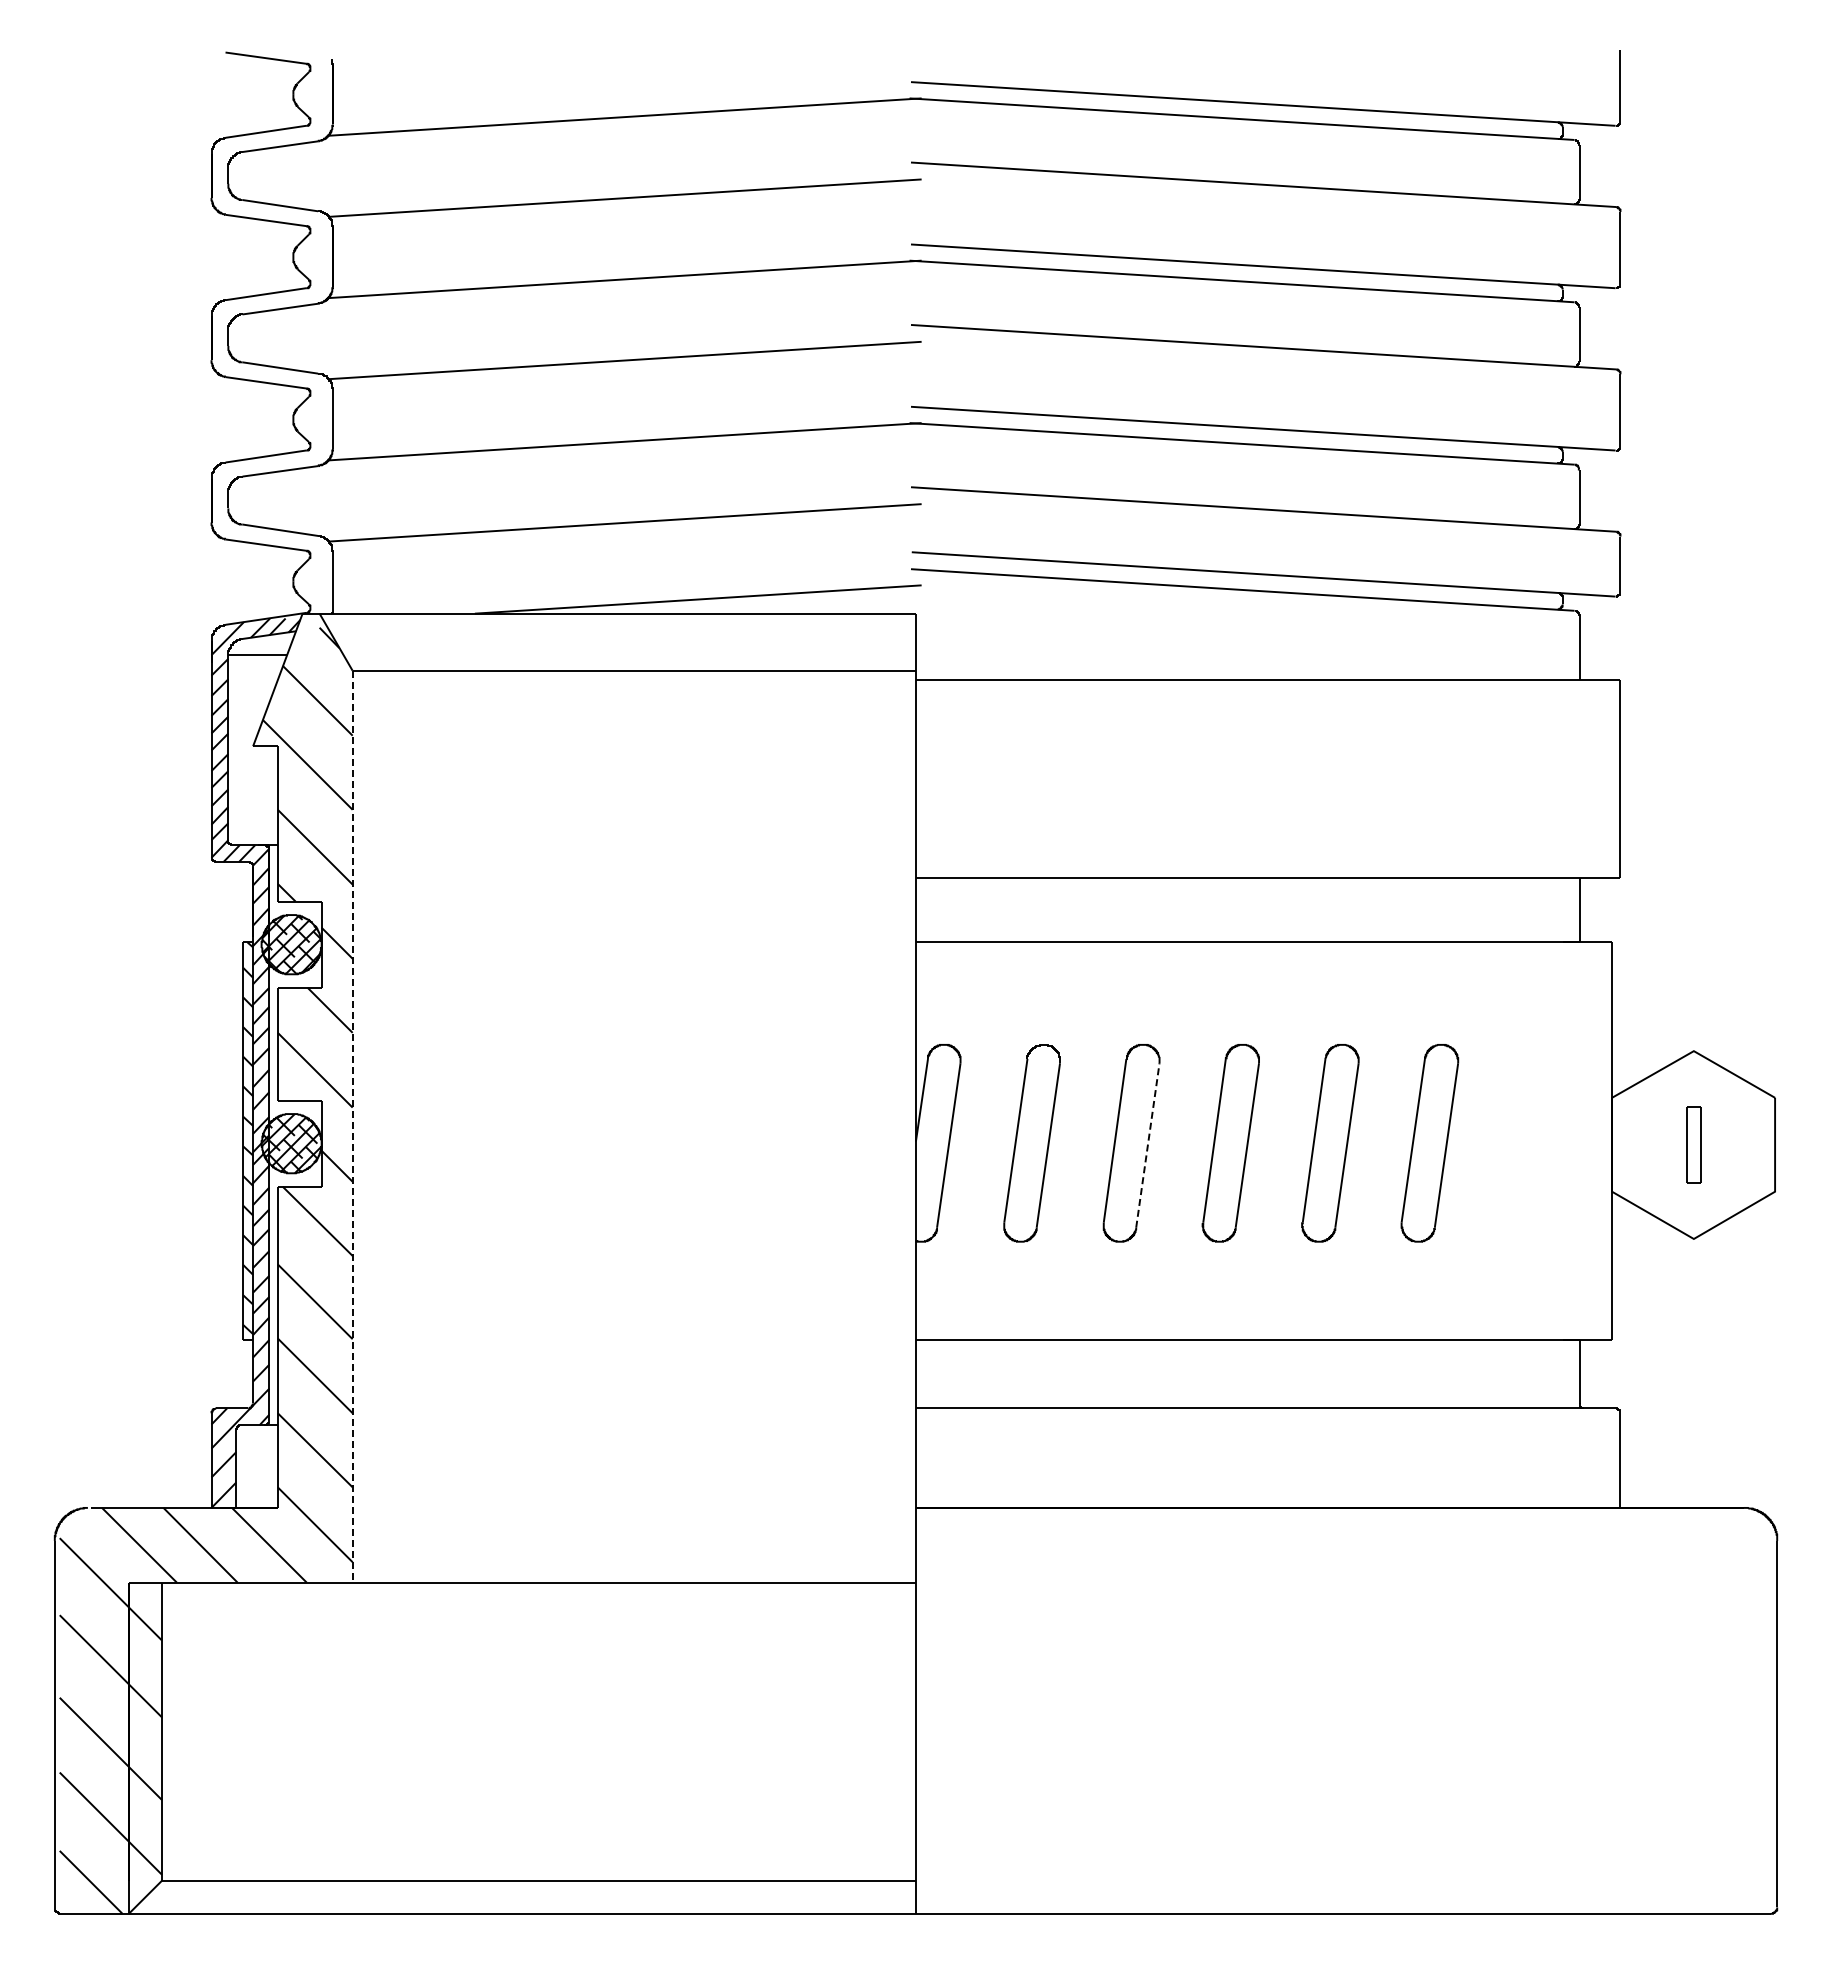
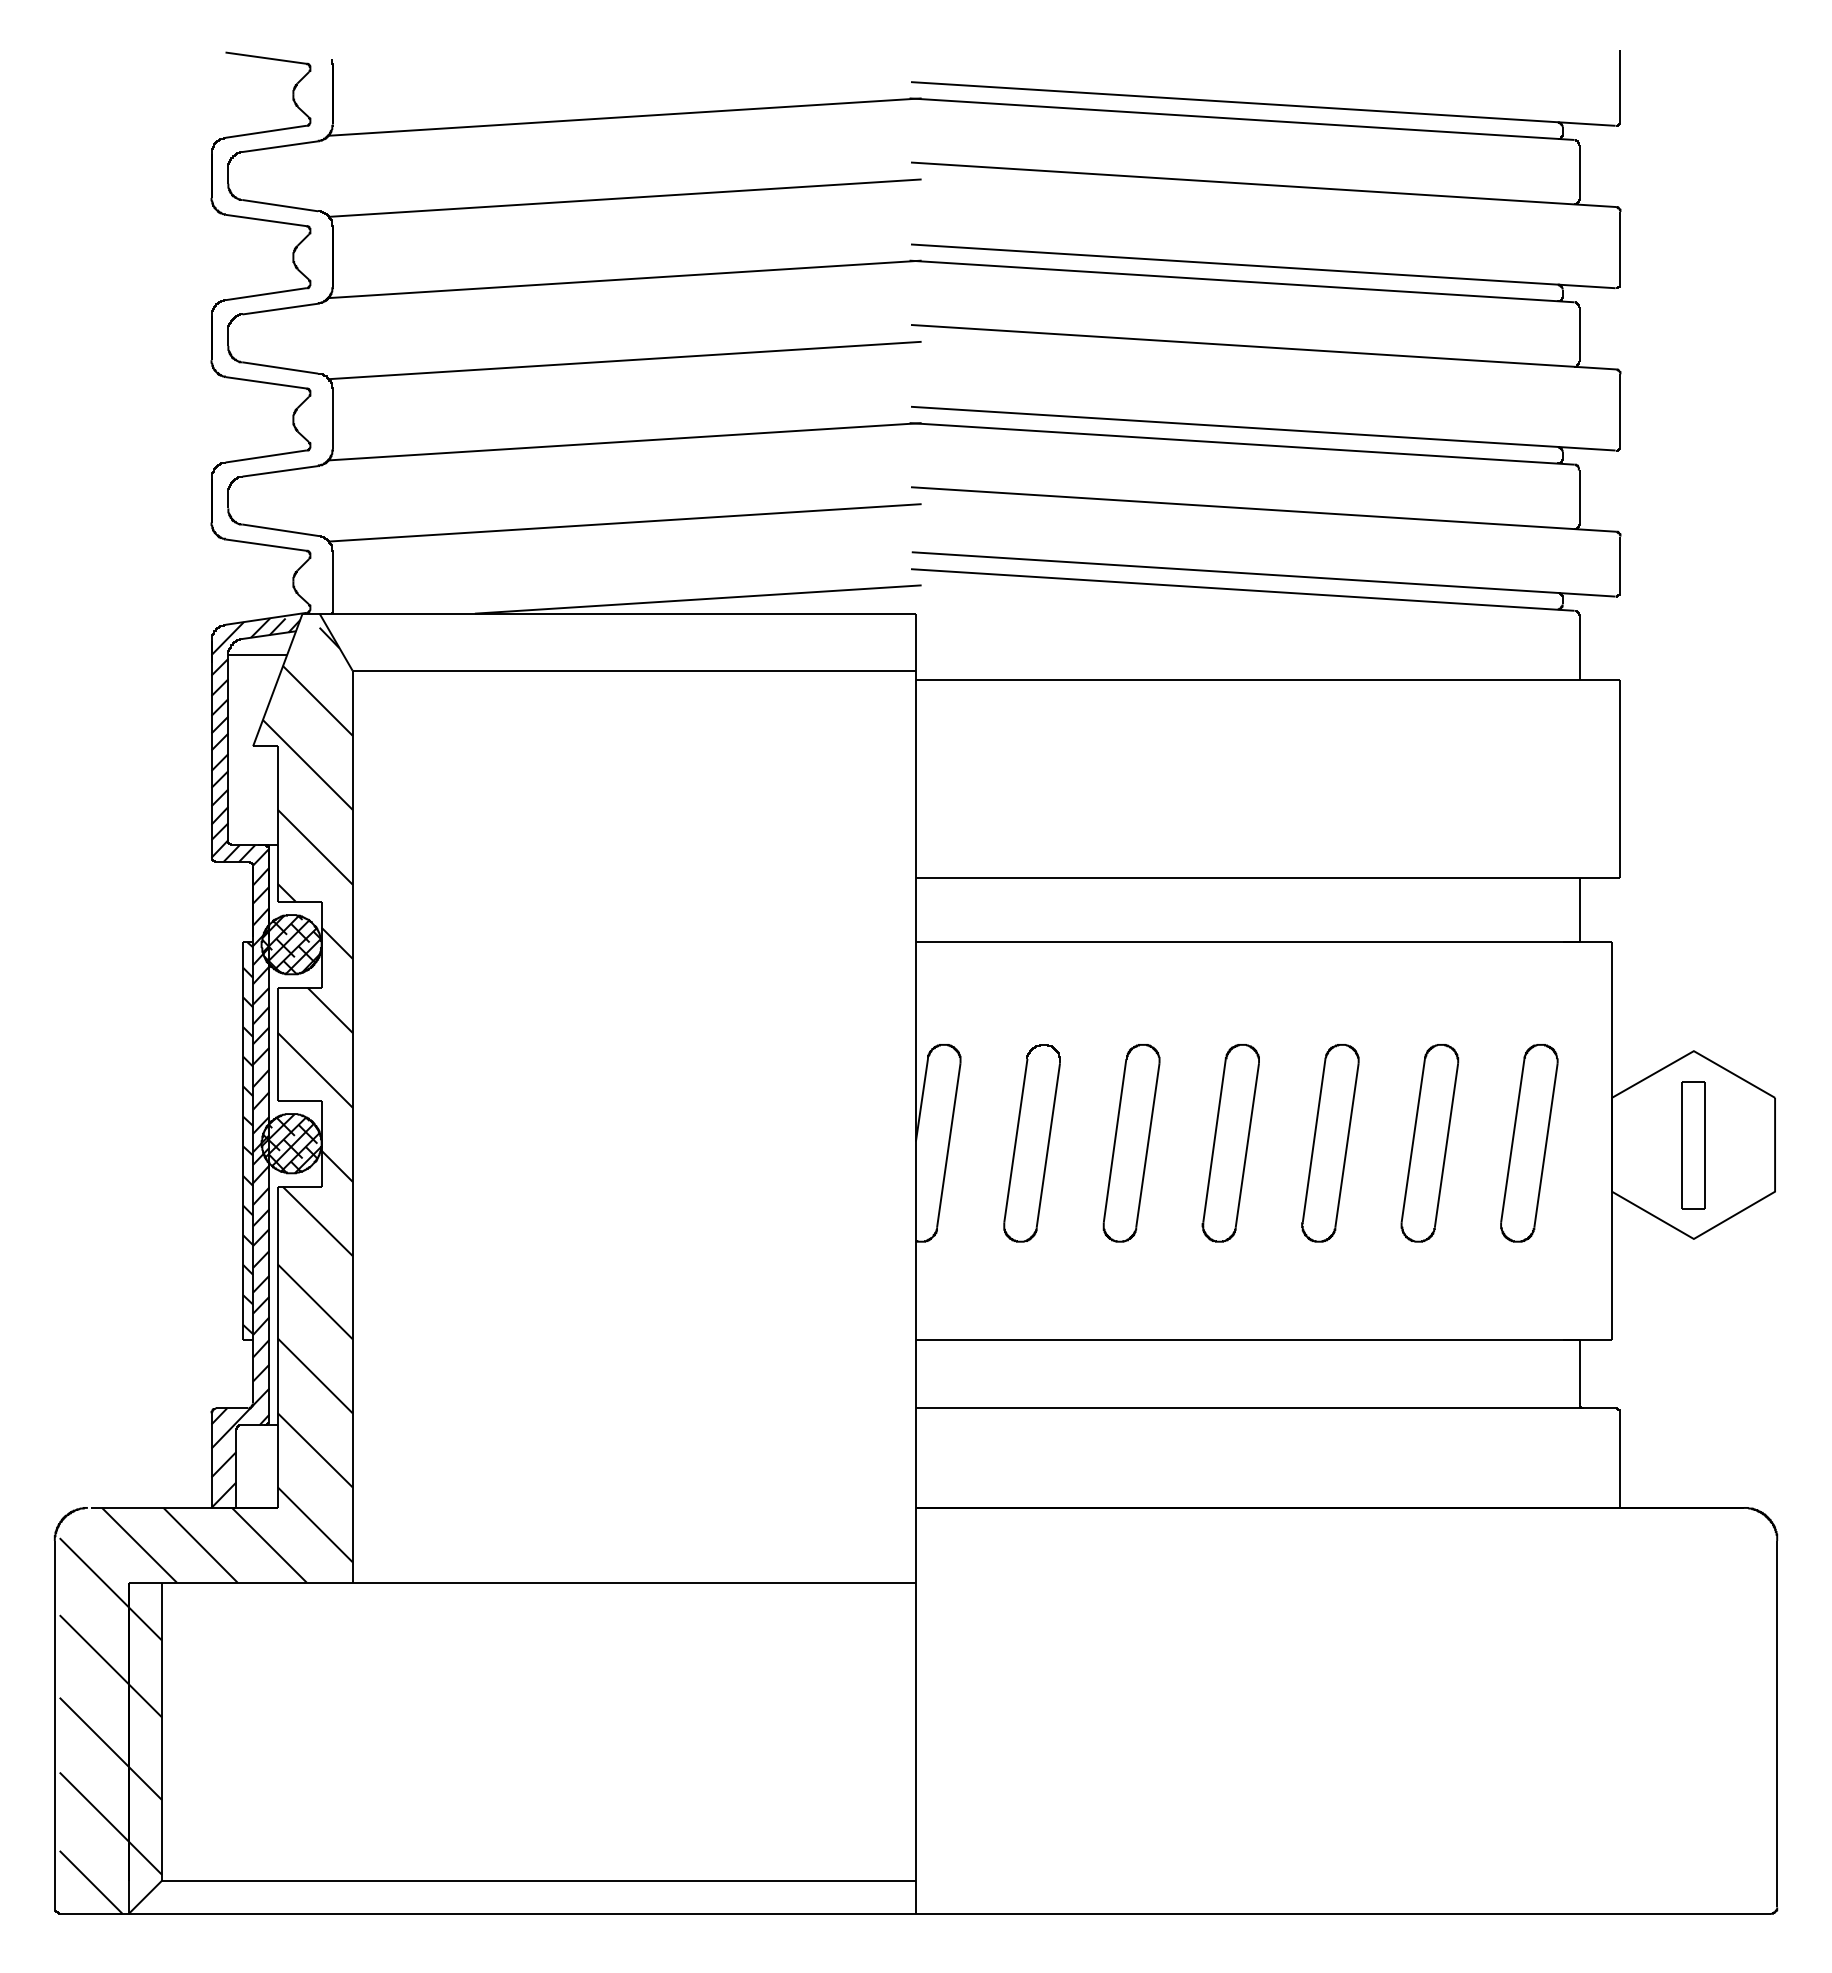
line at (352, 1126): dashed -> solid
part at (1529, 1143): none -> present
line at (1147, 1144): dashed -> solid
part at (1693, 1144) size: 16x78 px -> 25x129 px
